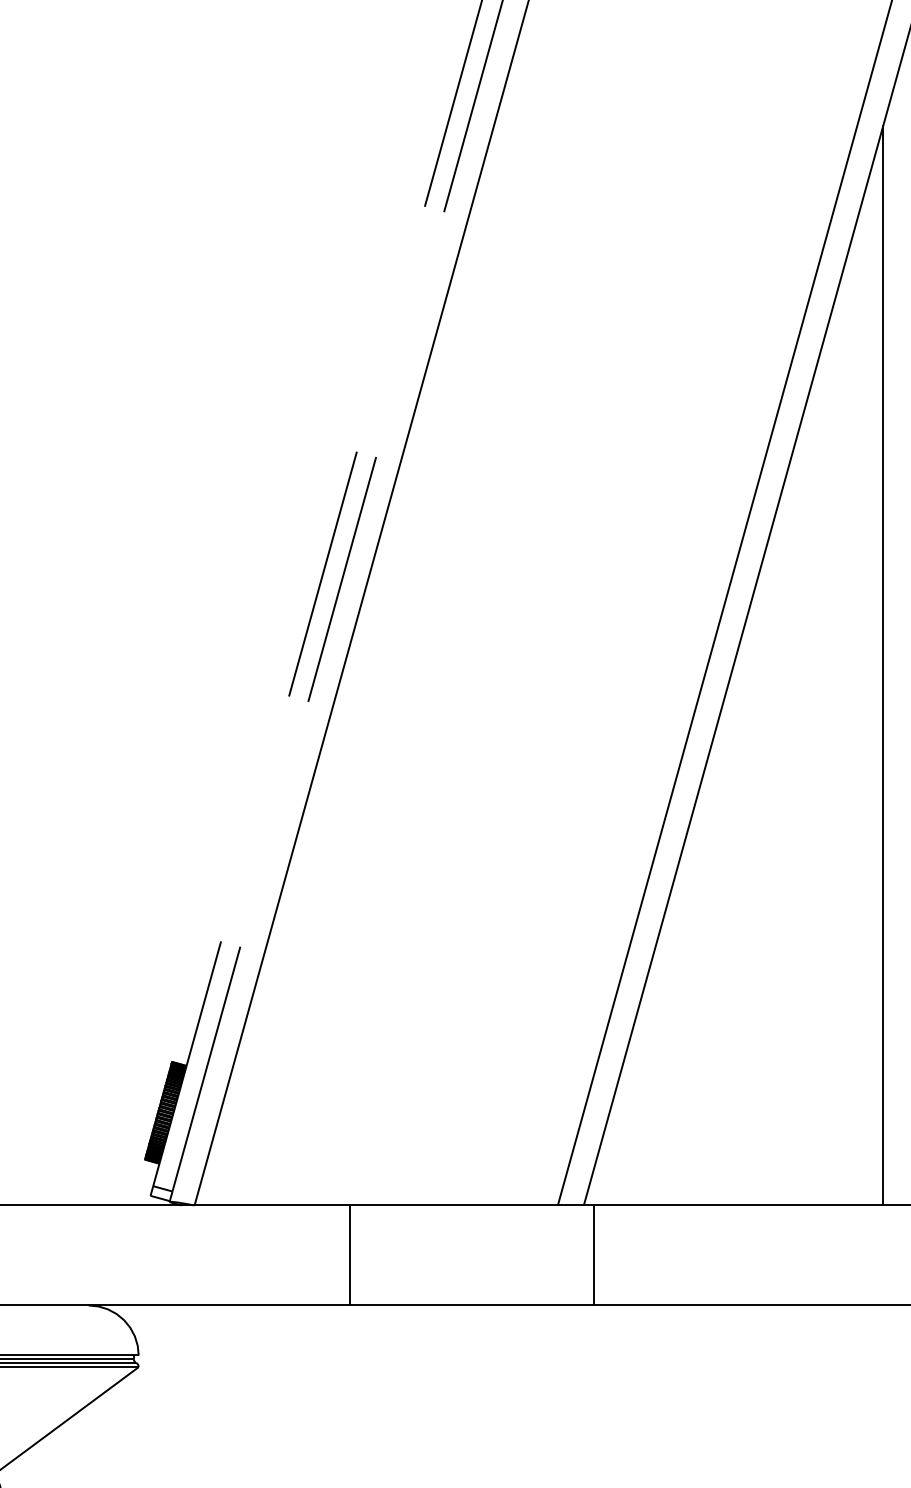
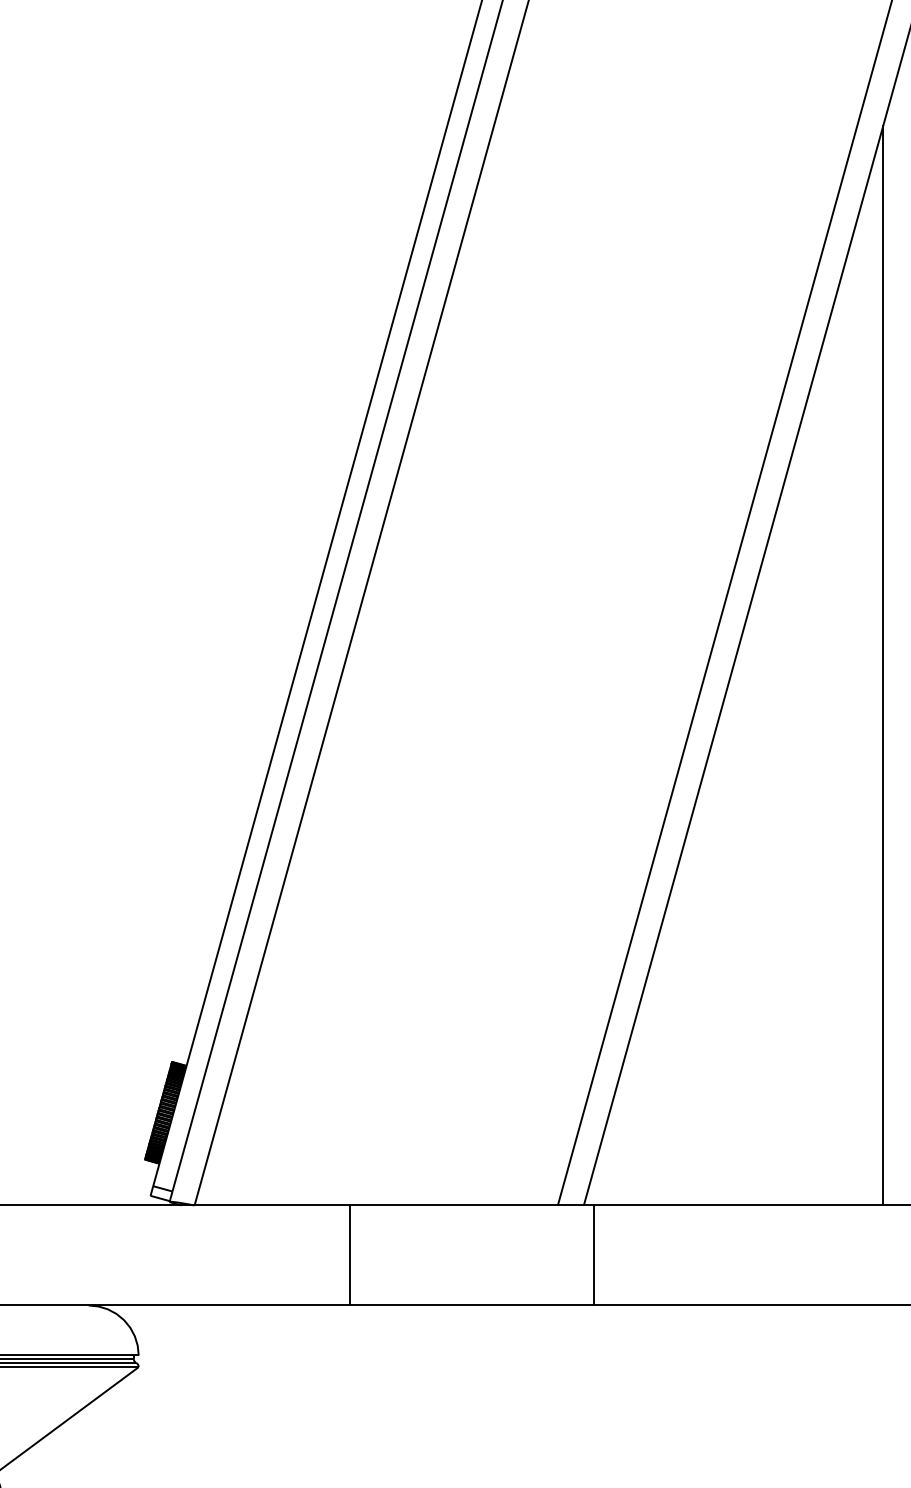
line at (317, 592): dashed -> solid
line at (337, 596): dashed -> solid
